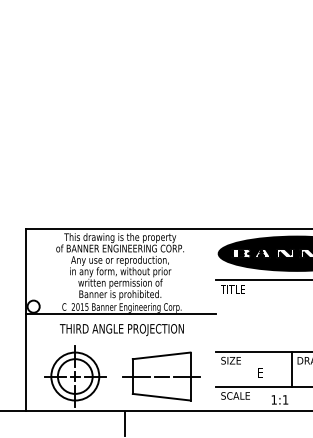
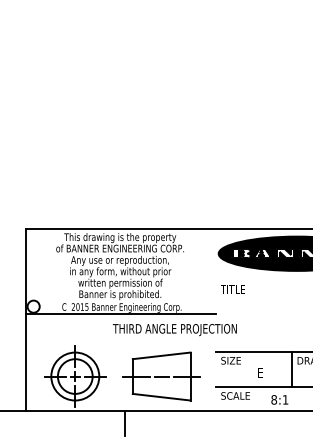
line at (262, 279): present -> none
text at (121, 330) position: (121, 330) -> (174, 330)
text at (273, 399): 1:1 -> 8:1
